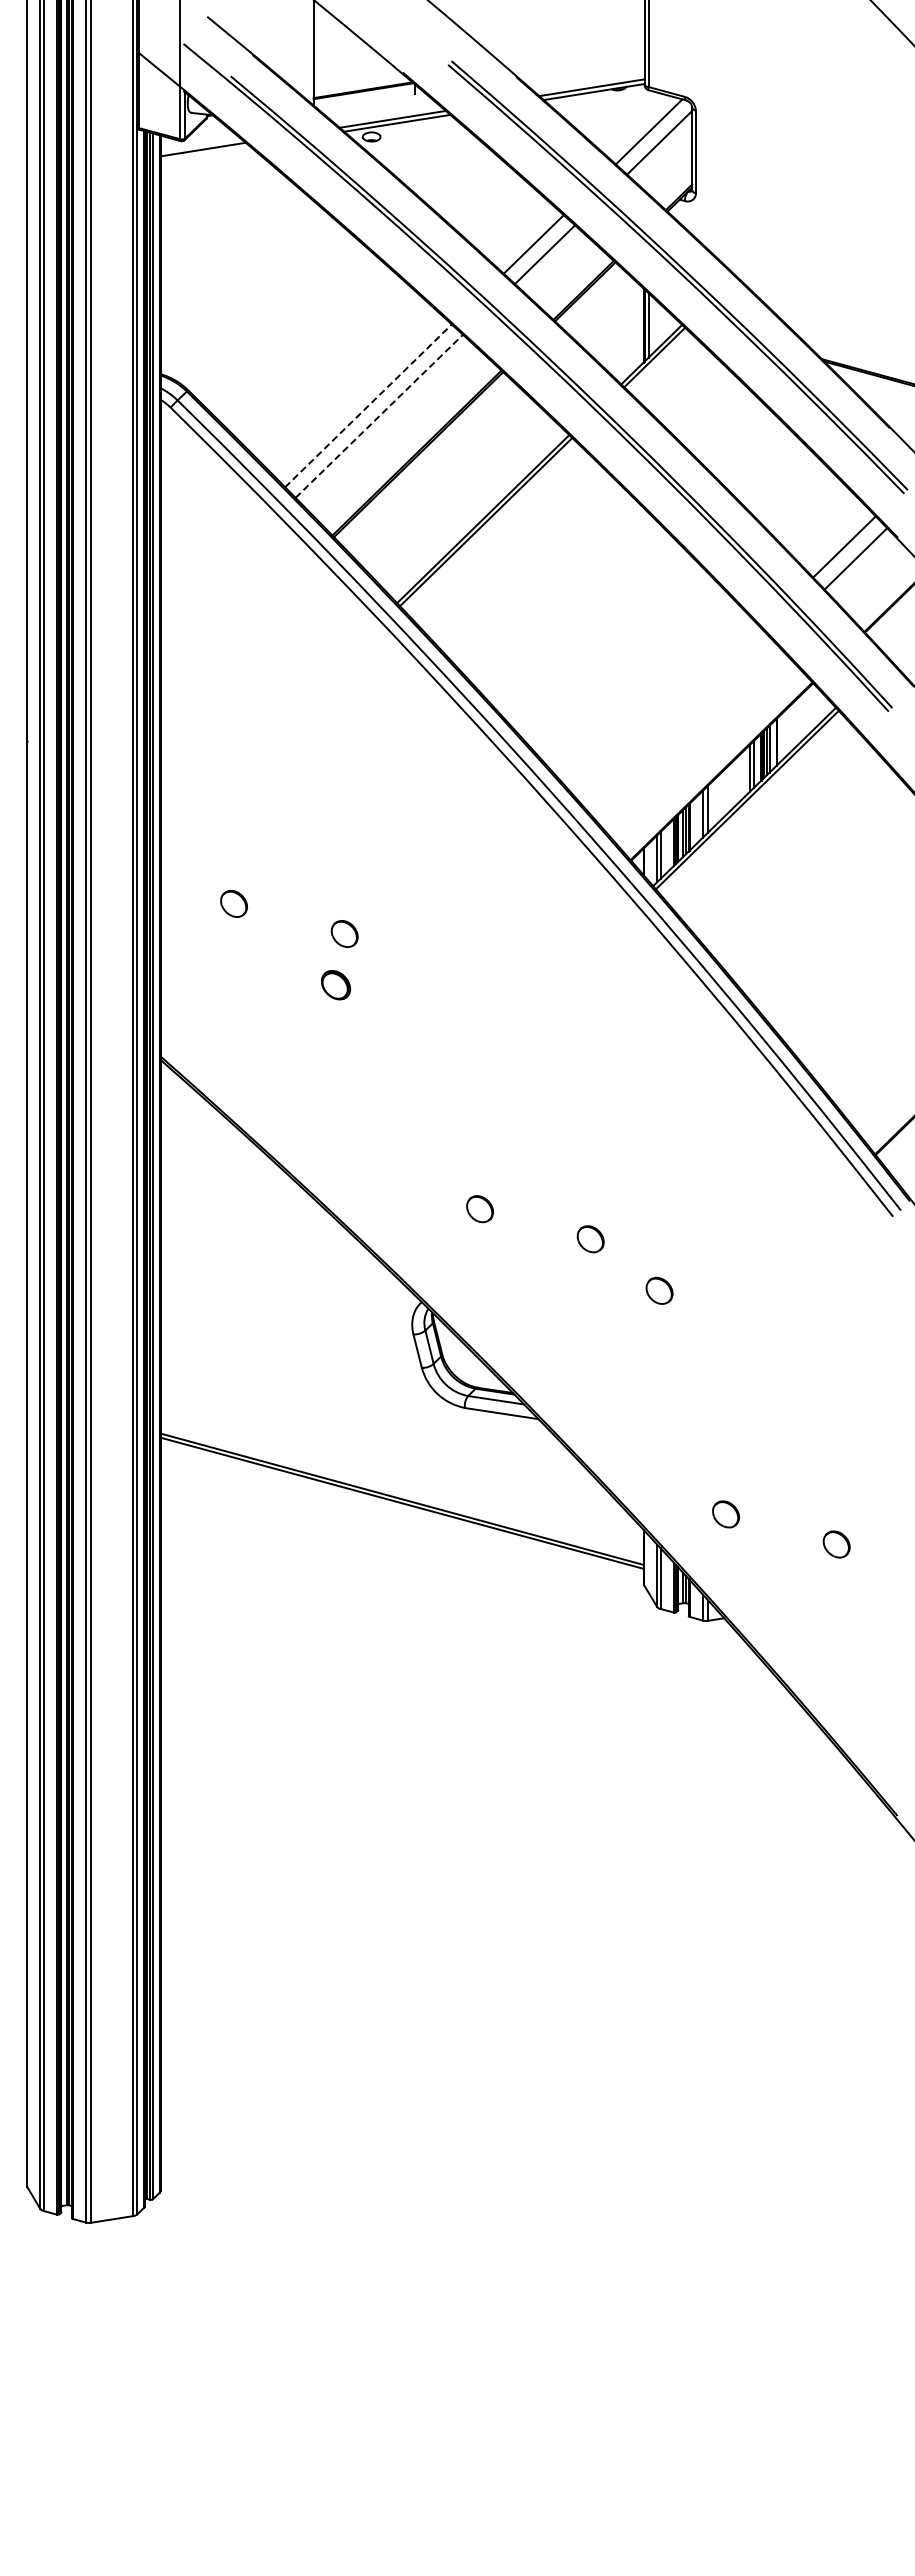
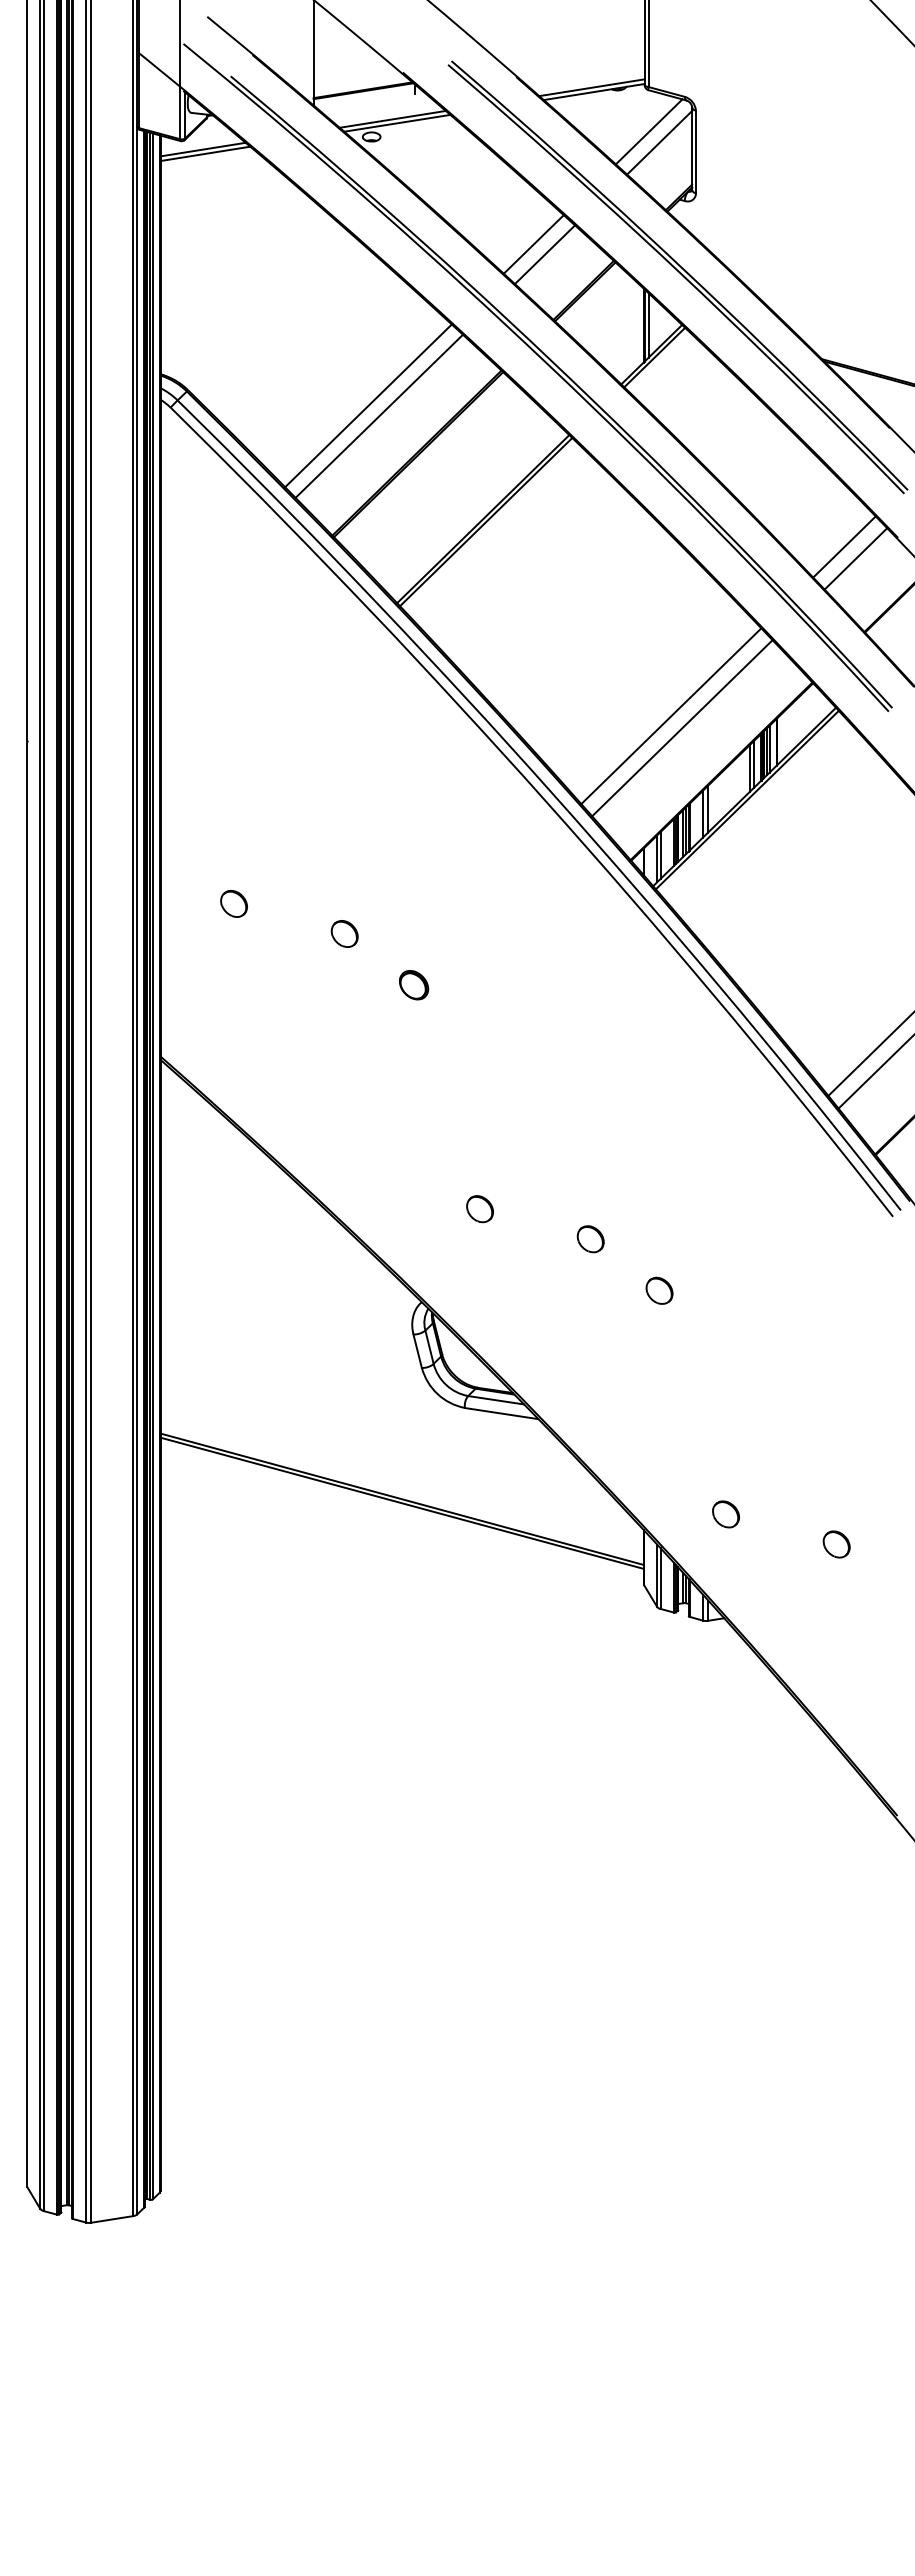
line at (205, 153): none -> present
line at (368, 405): dashed -> solid
line at (379, 416): dashed -> solid
line at (671, 716): none -> present
line at (682, 728): none -> present
part at (336, 985) position: (336, 985) -> (414, 985)
line at (869, 1054): none -> present
line at (874, 1072): none -> present
